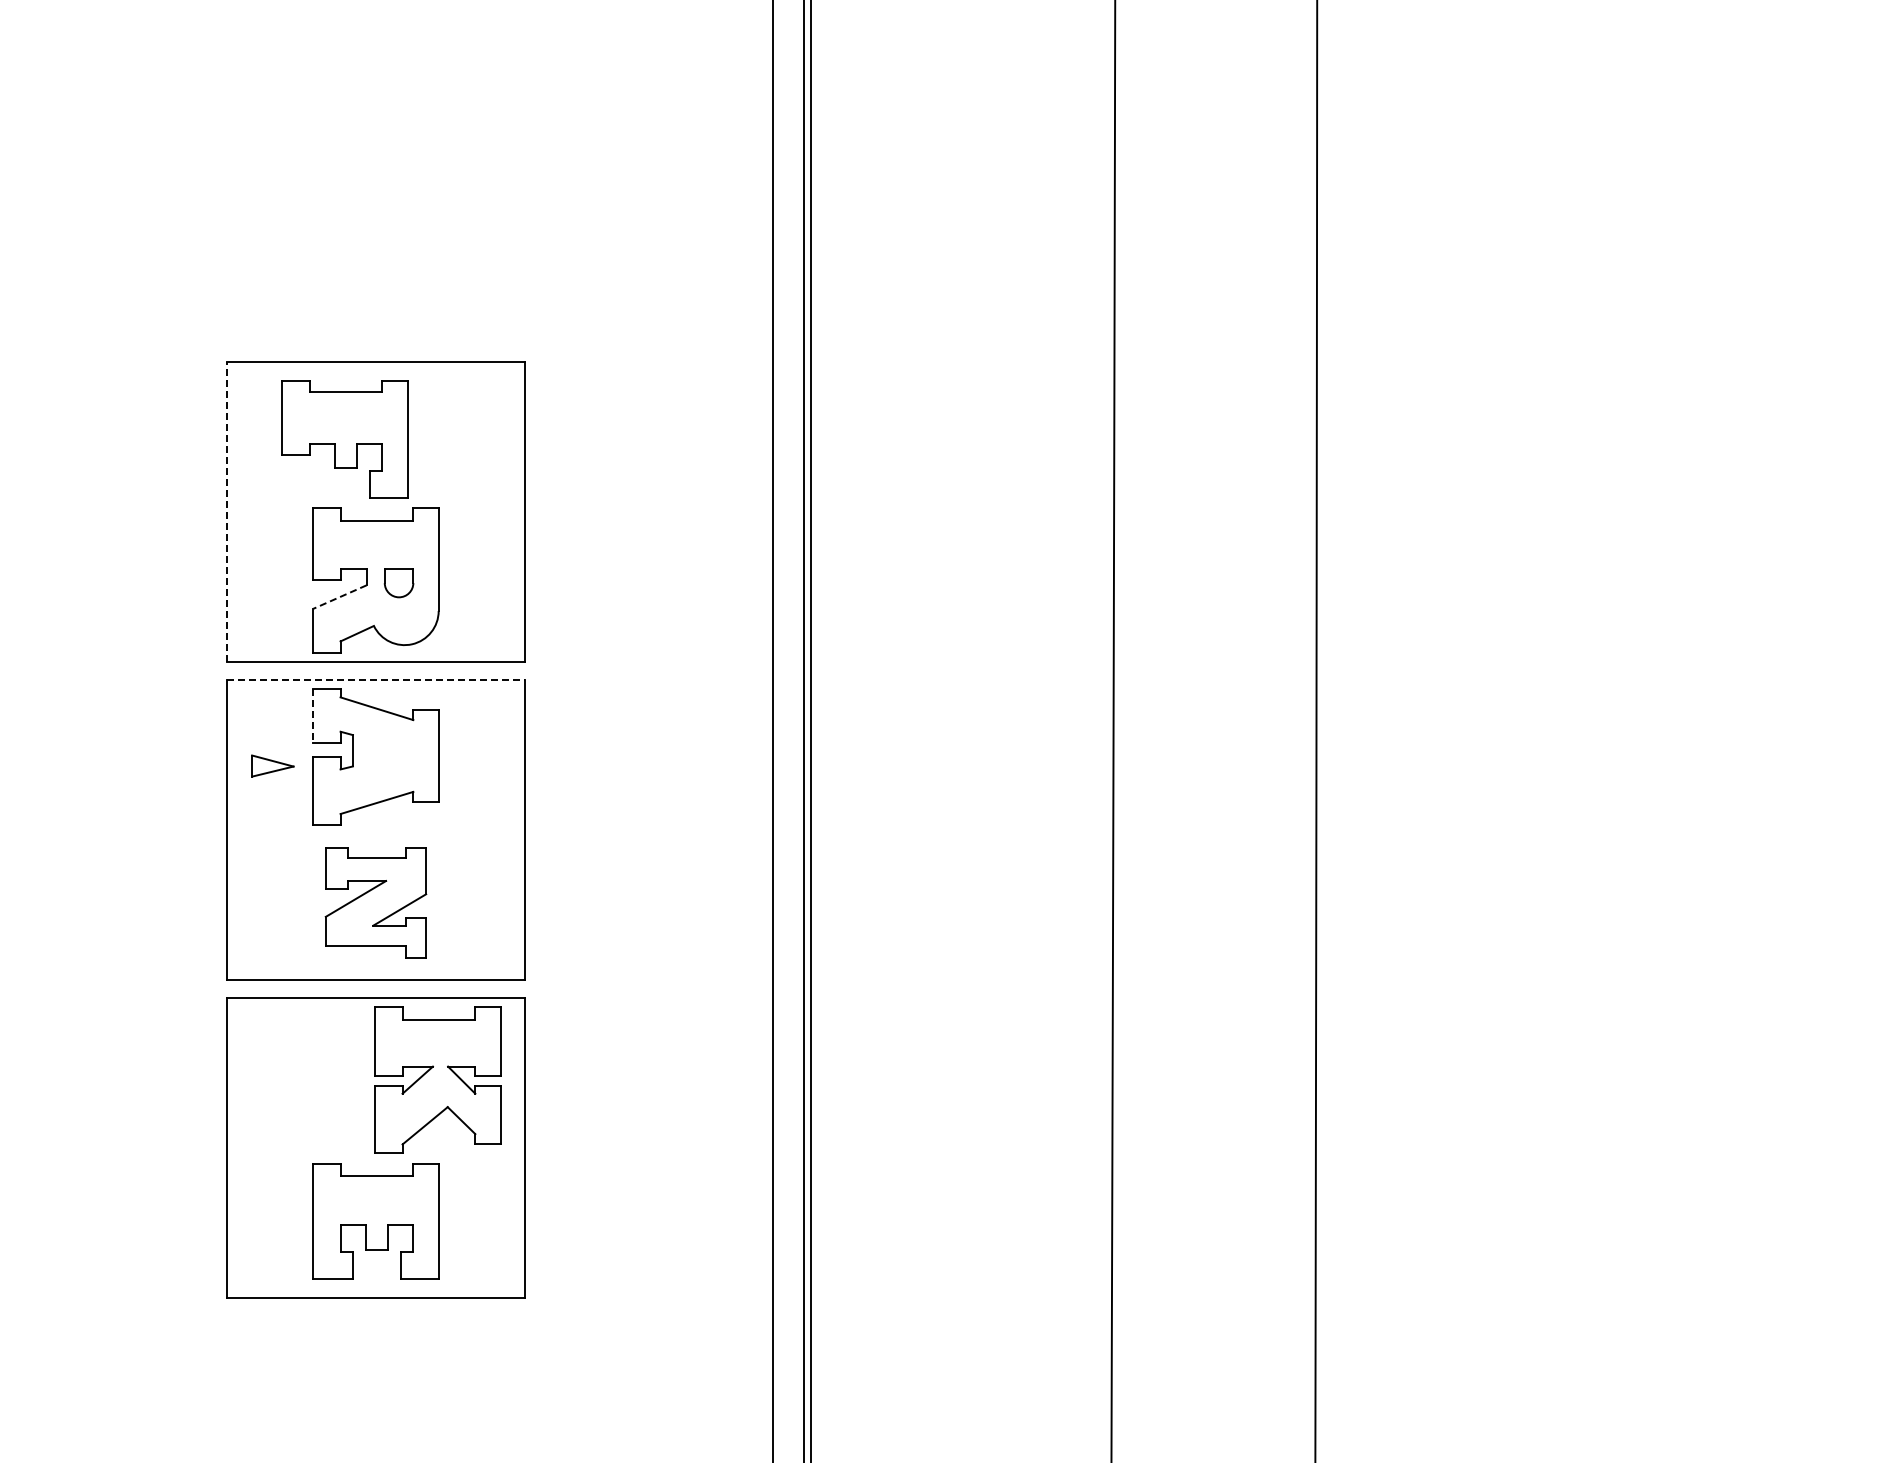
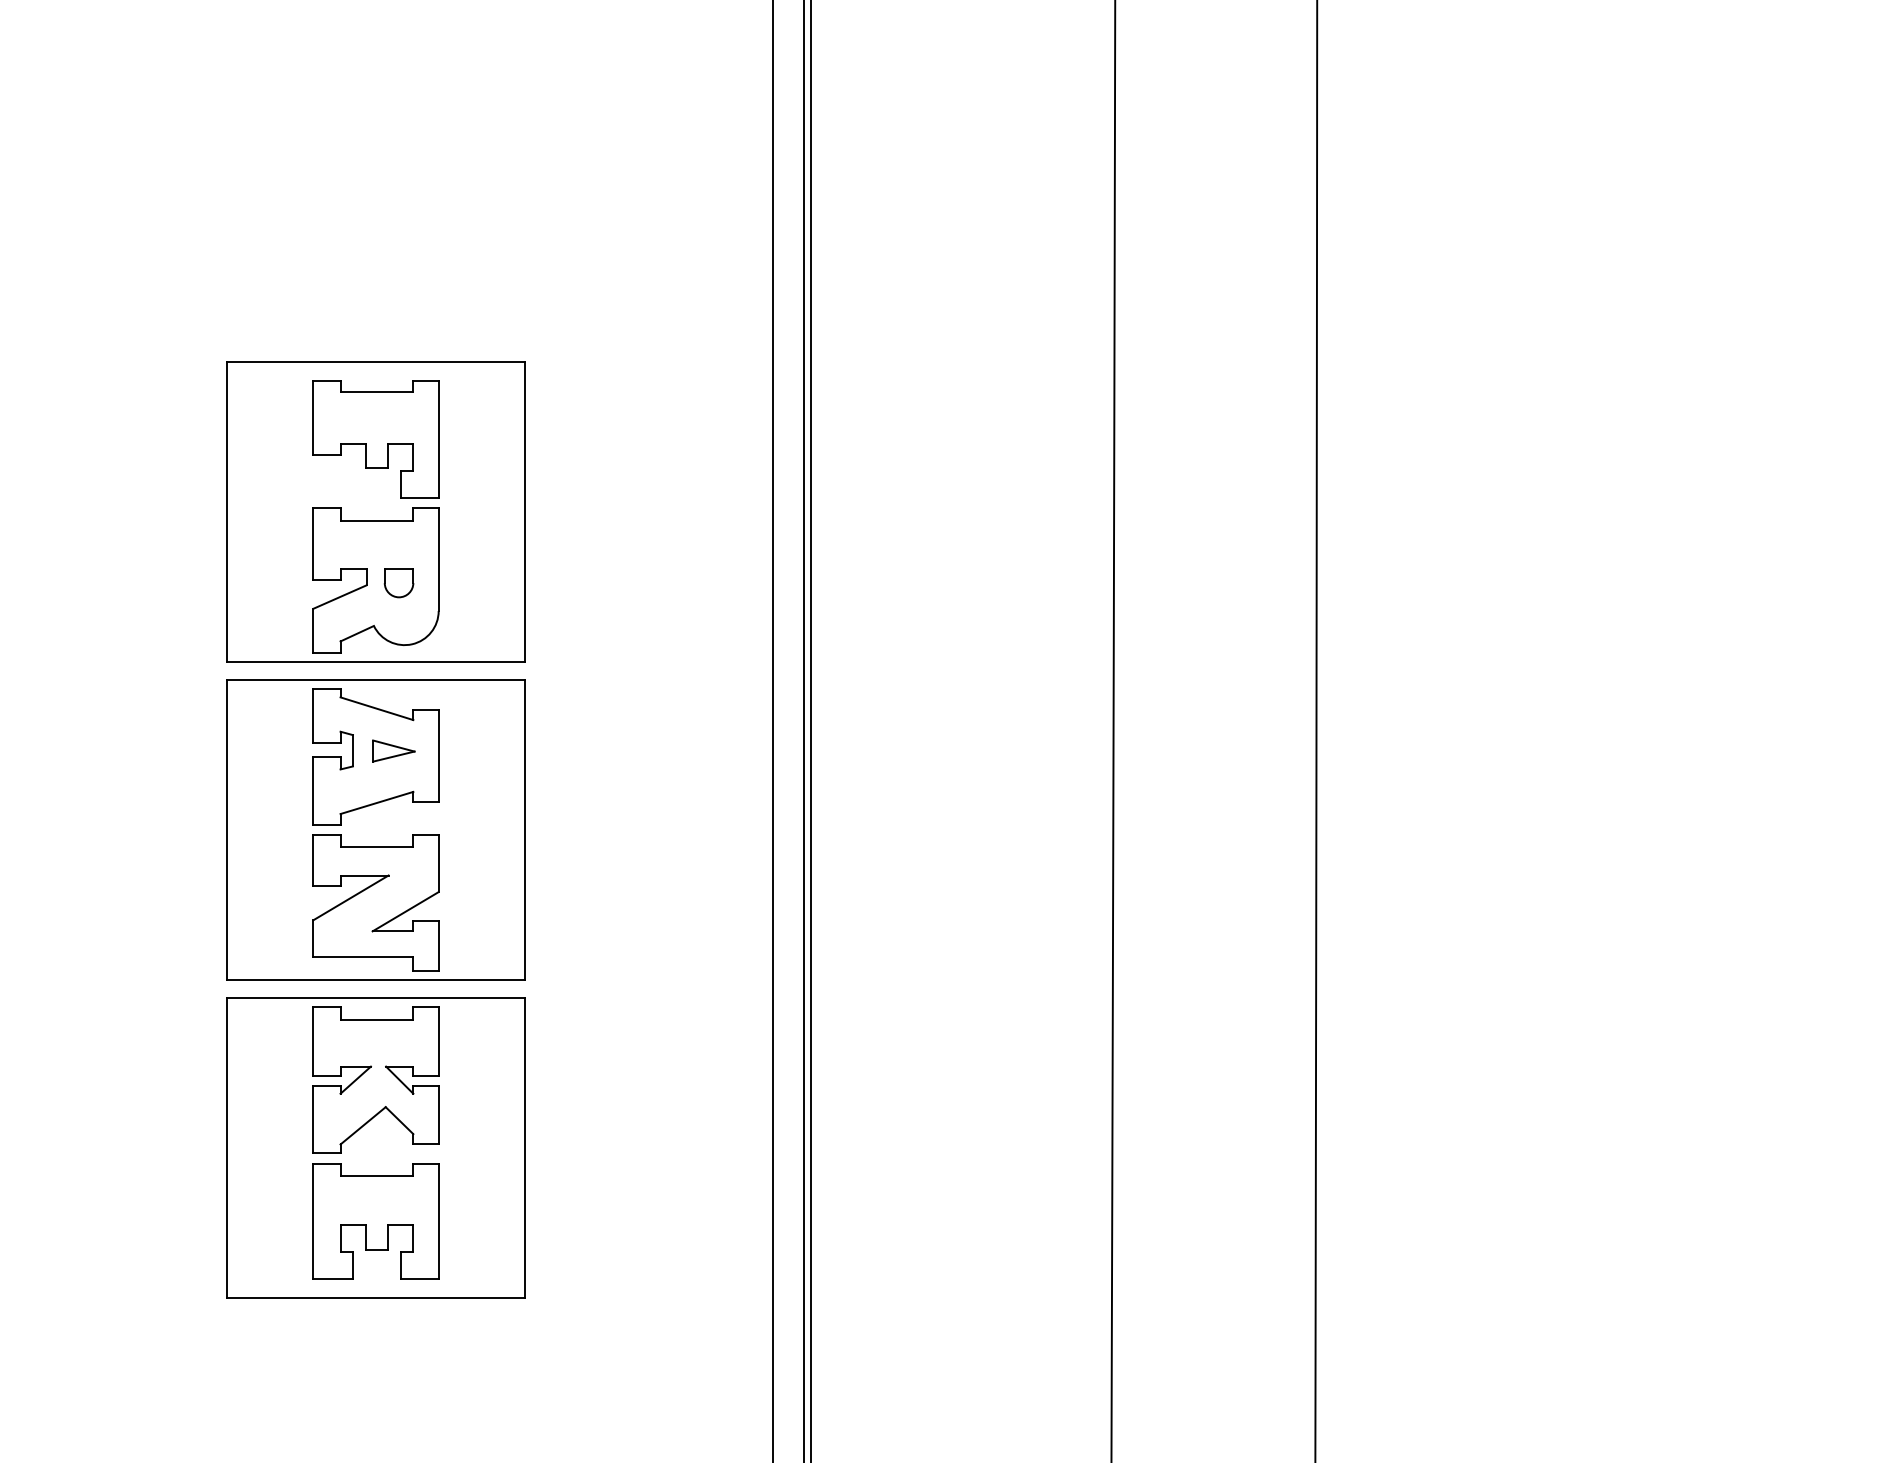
part at (344, 439) position: (344, 439) -> (375, 439)
line at (226, 511): dashed -> solid
line at (339, 597): dashed -> solid
line at (376, 679): dashed -> solid
line at (313, 716): dashed -> solid
part at (272, 765) position: (272, 765) -> (393, 750)
part at (375, 902) size: 104x112 px -> 128x138 px
part at (437, 1079) position: (437, 1079) -> (375, 1079)
